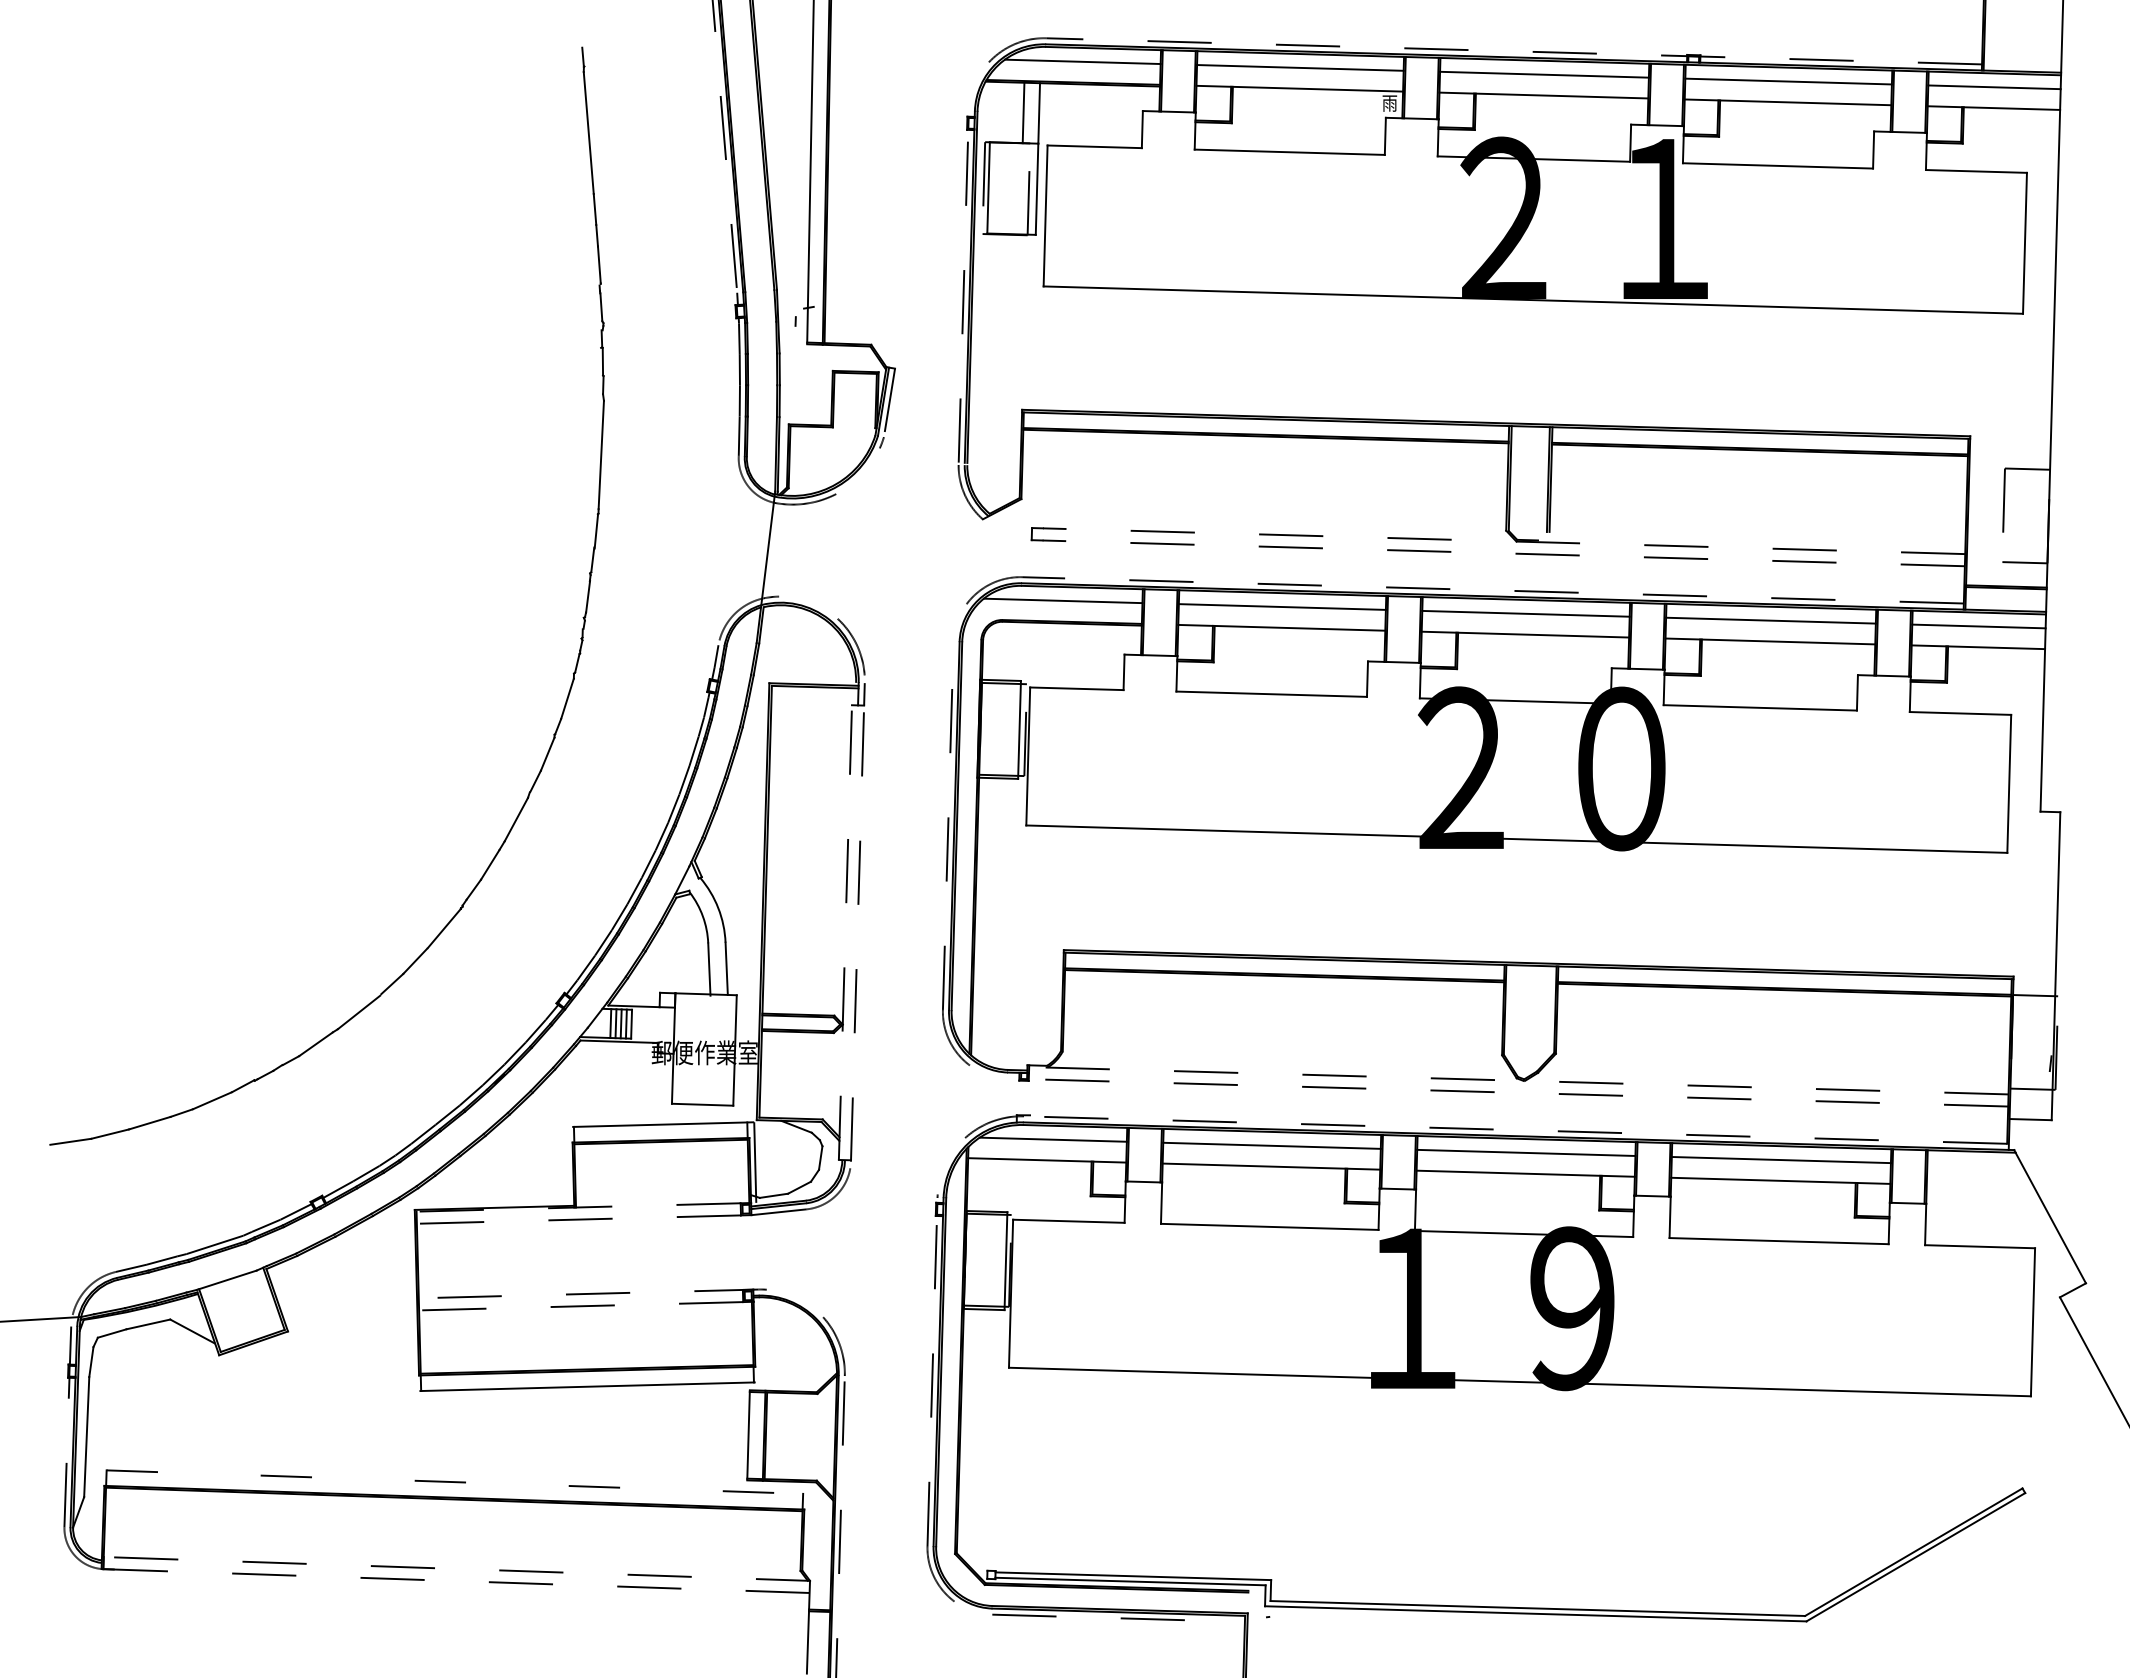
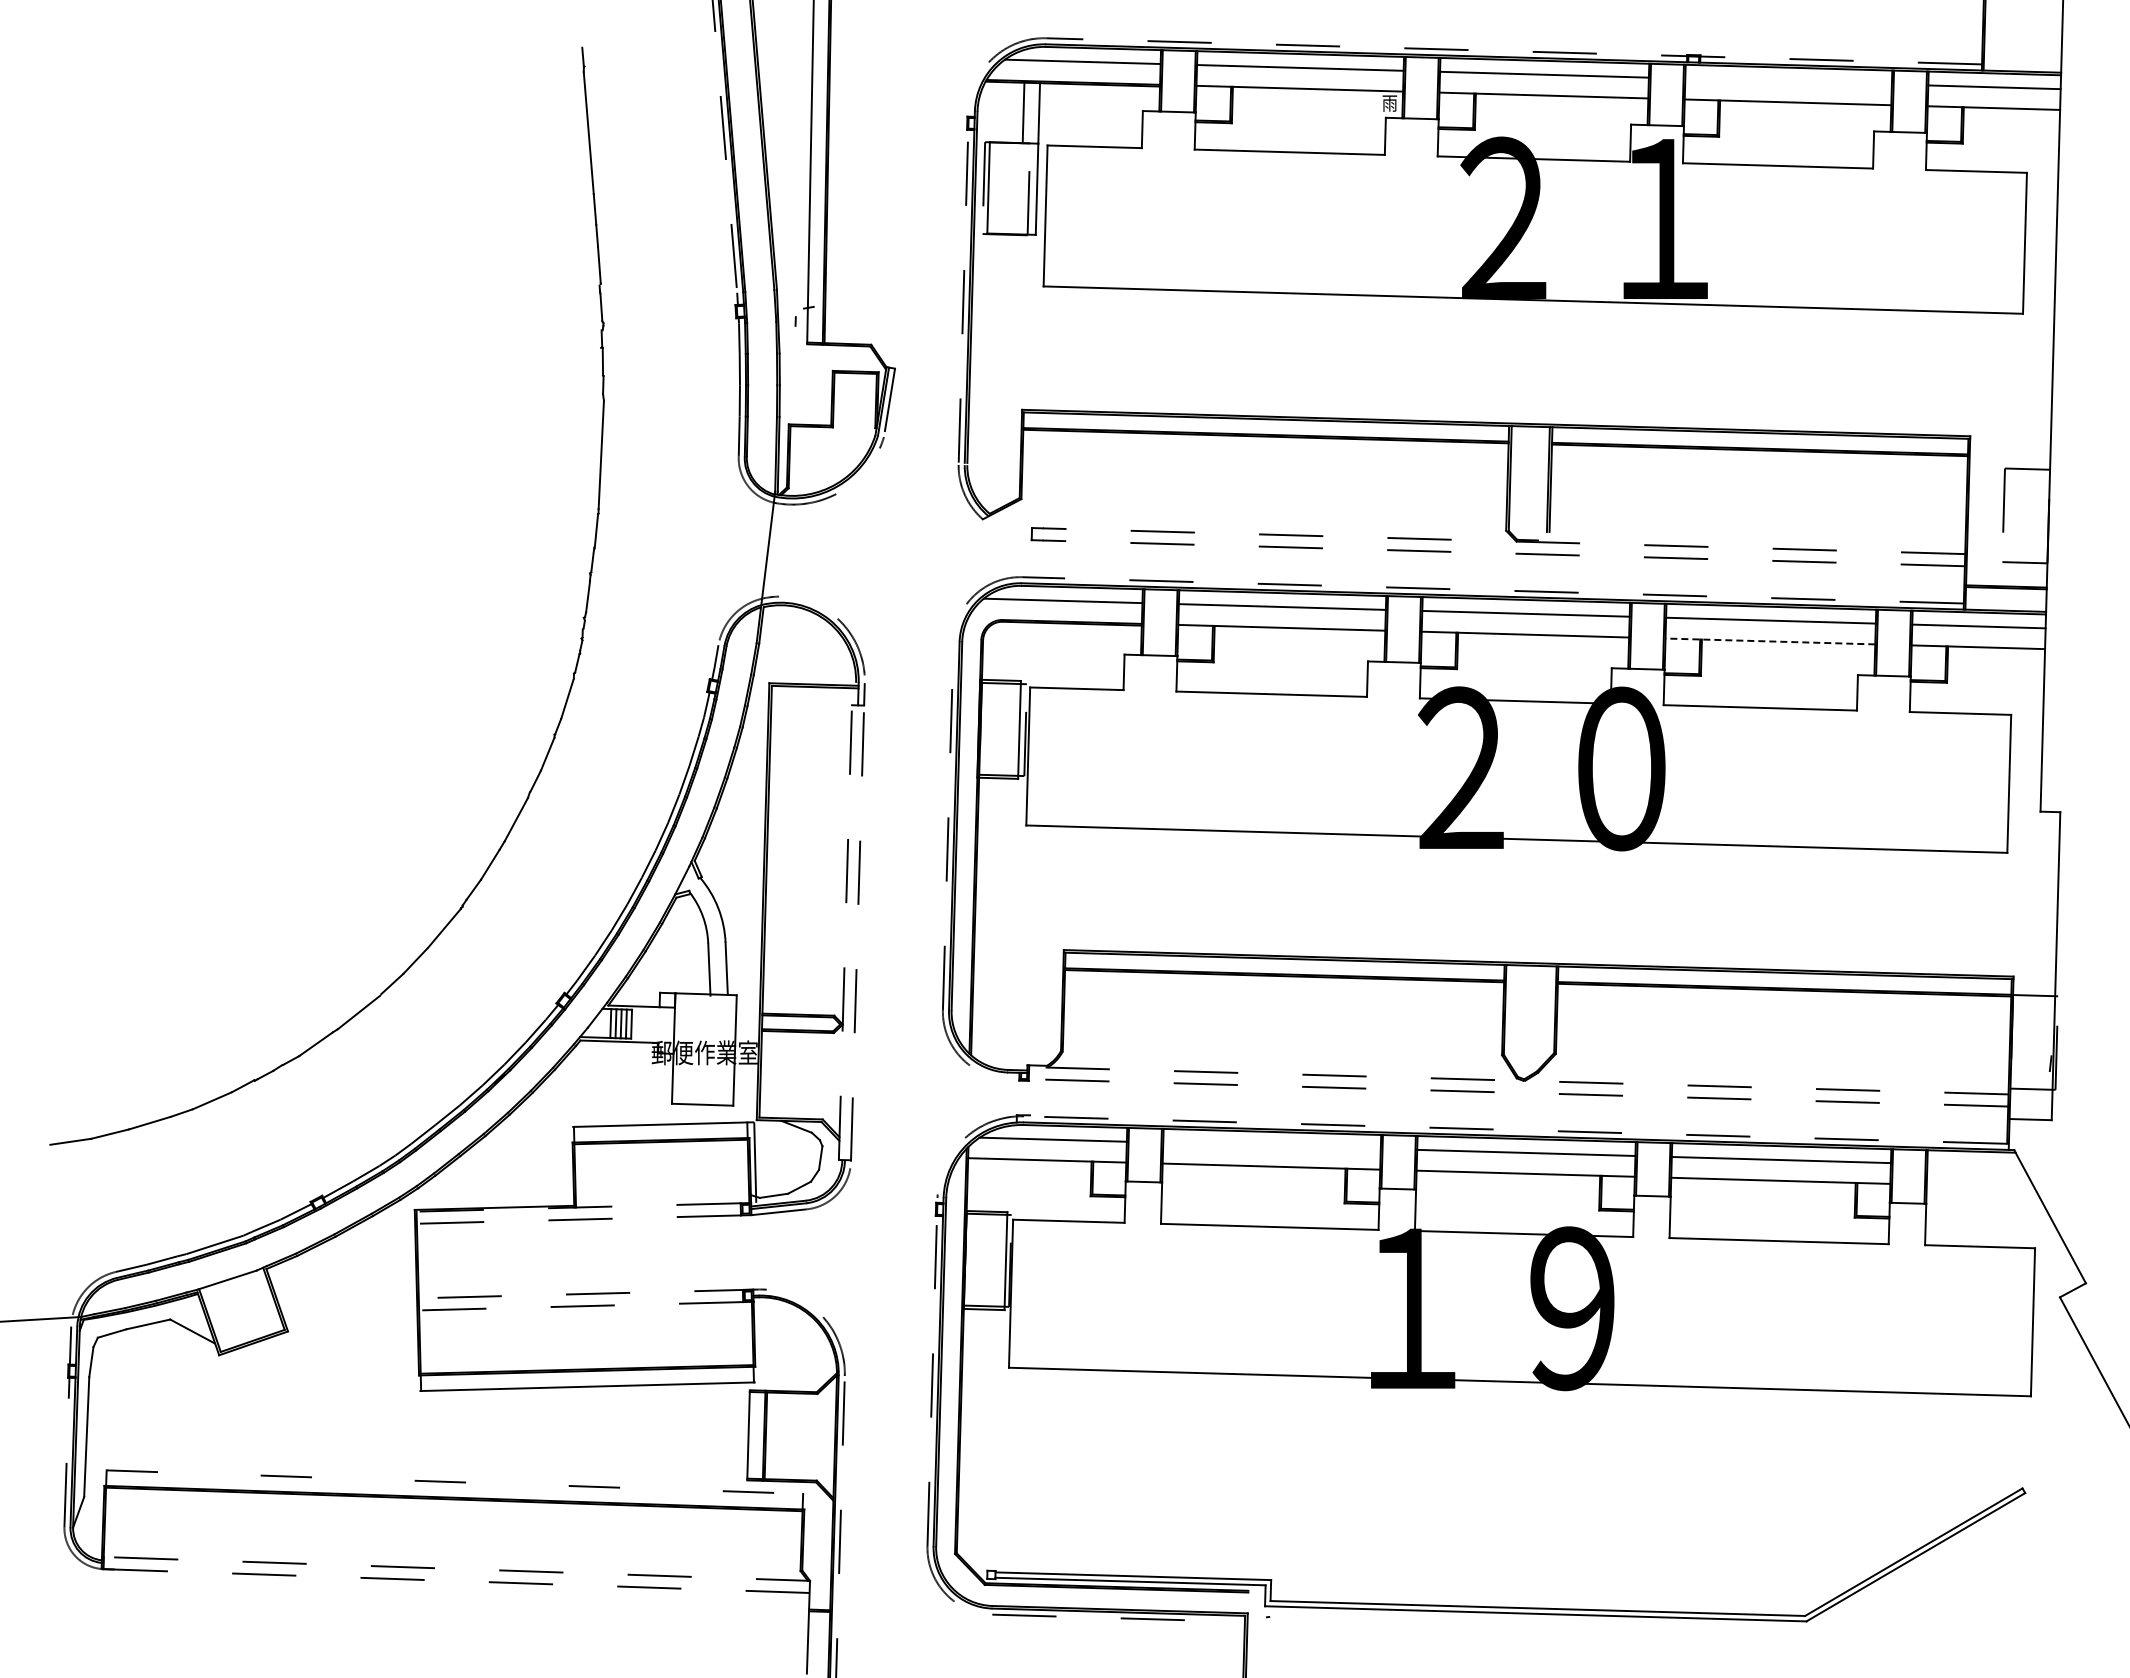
line at (1788, 81): present -> none
line at (1770, 641): solid -> dashed
line at (1271, 1145): present -> none
